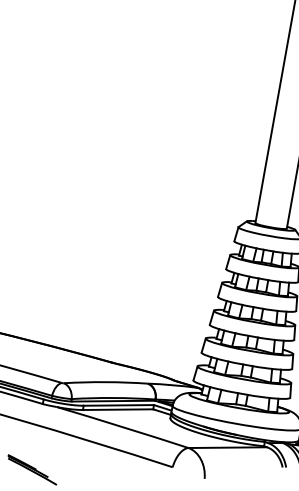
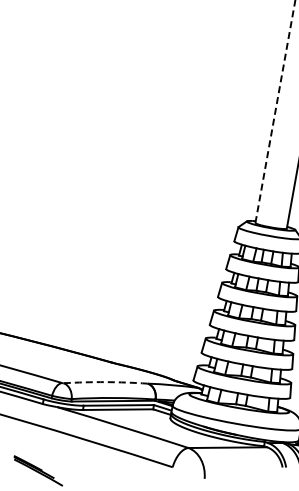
line at (275, 111): solid -> dashed
arc at (105, 382): solid -> dashed
part at (32, 469) position: (32, 469) -> (38, 470)
